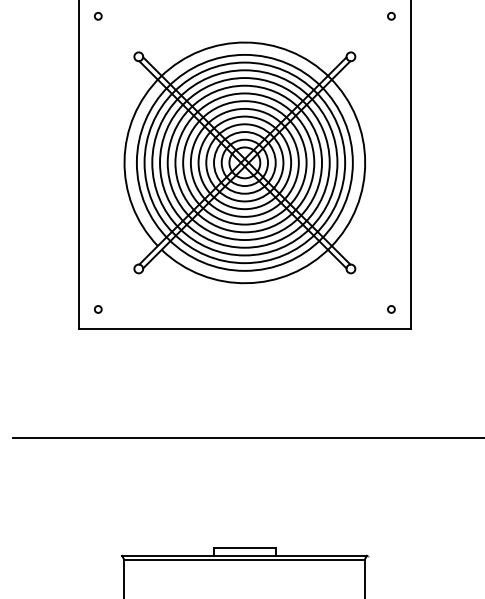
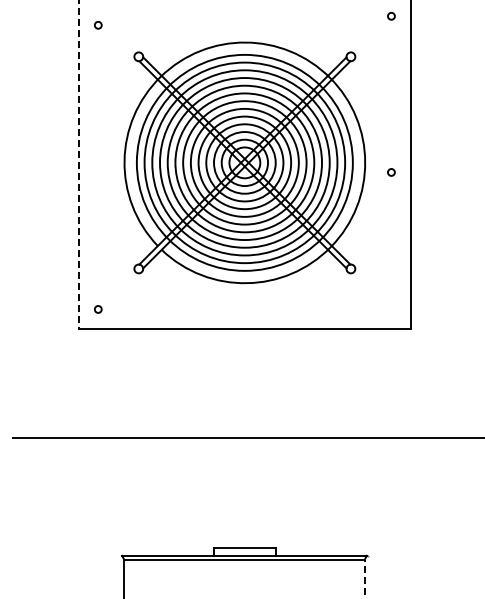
circle at (98, 16) position: (98, 16) -> (98, 25)
line at (79, 164): solid -> dashed
circle at (391, 309) position: (391, 309) -> (391, 172)
line at (364, 578): solid -> dashed
